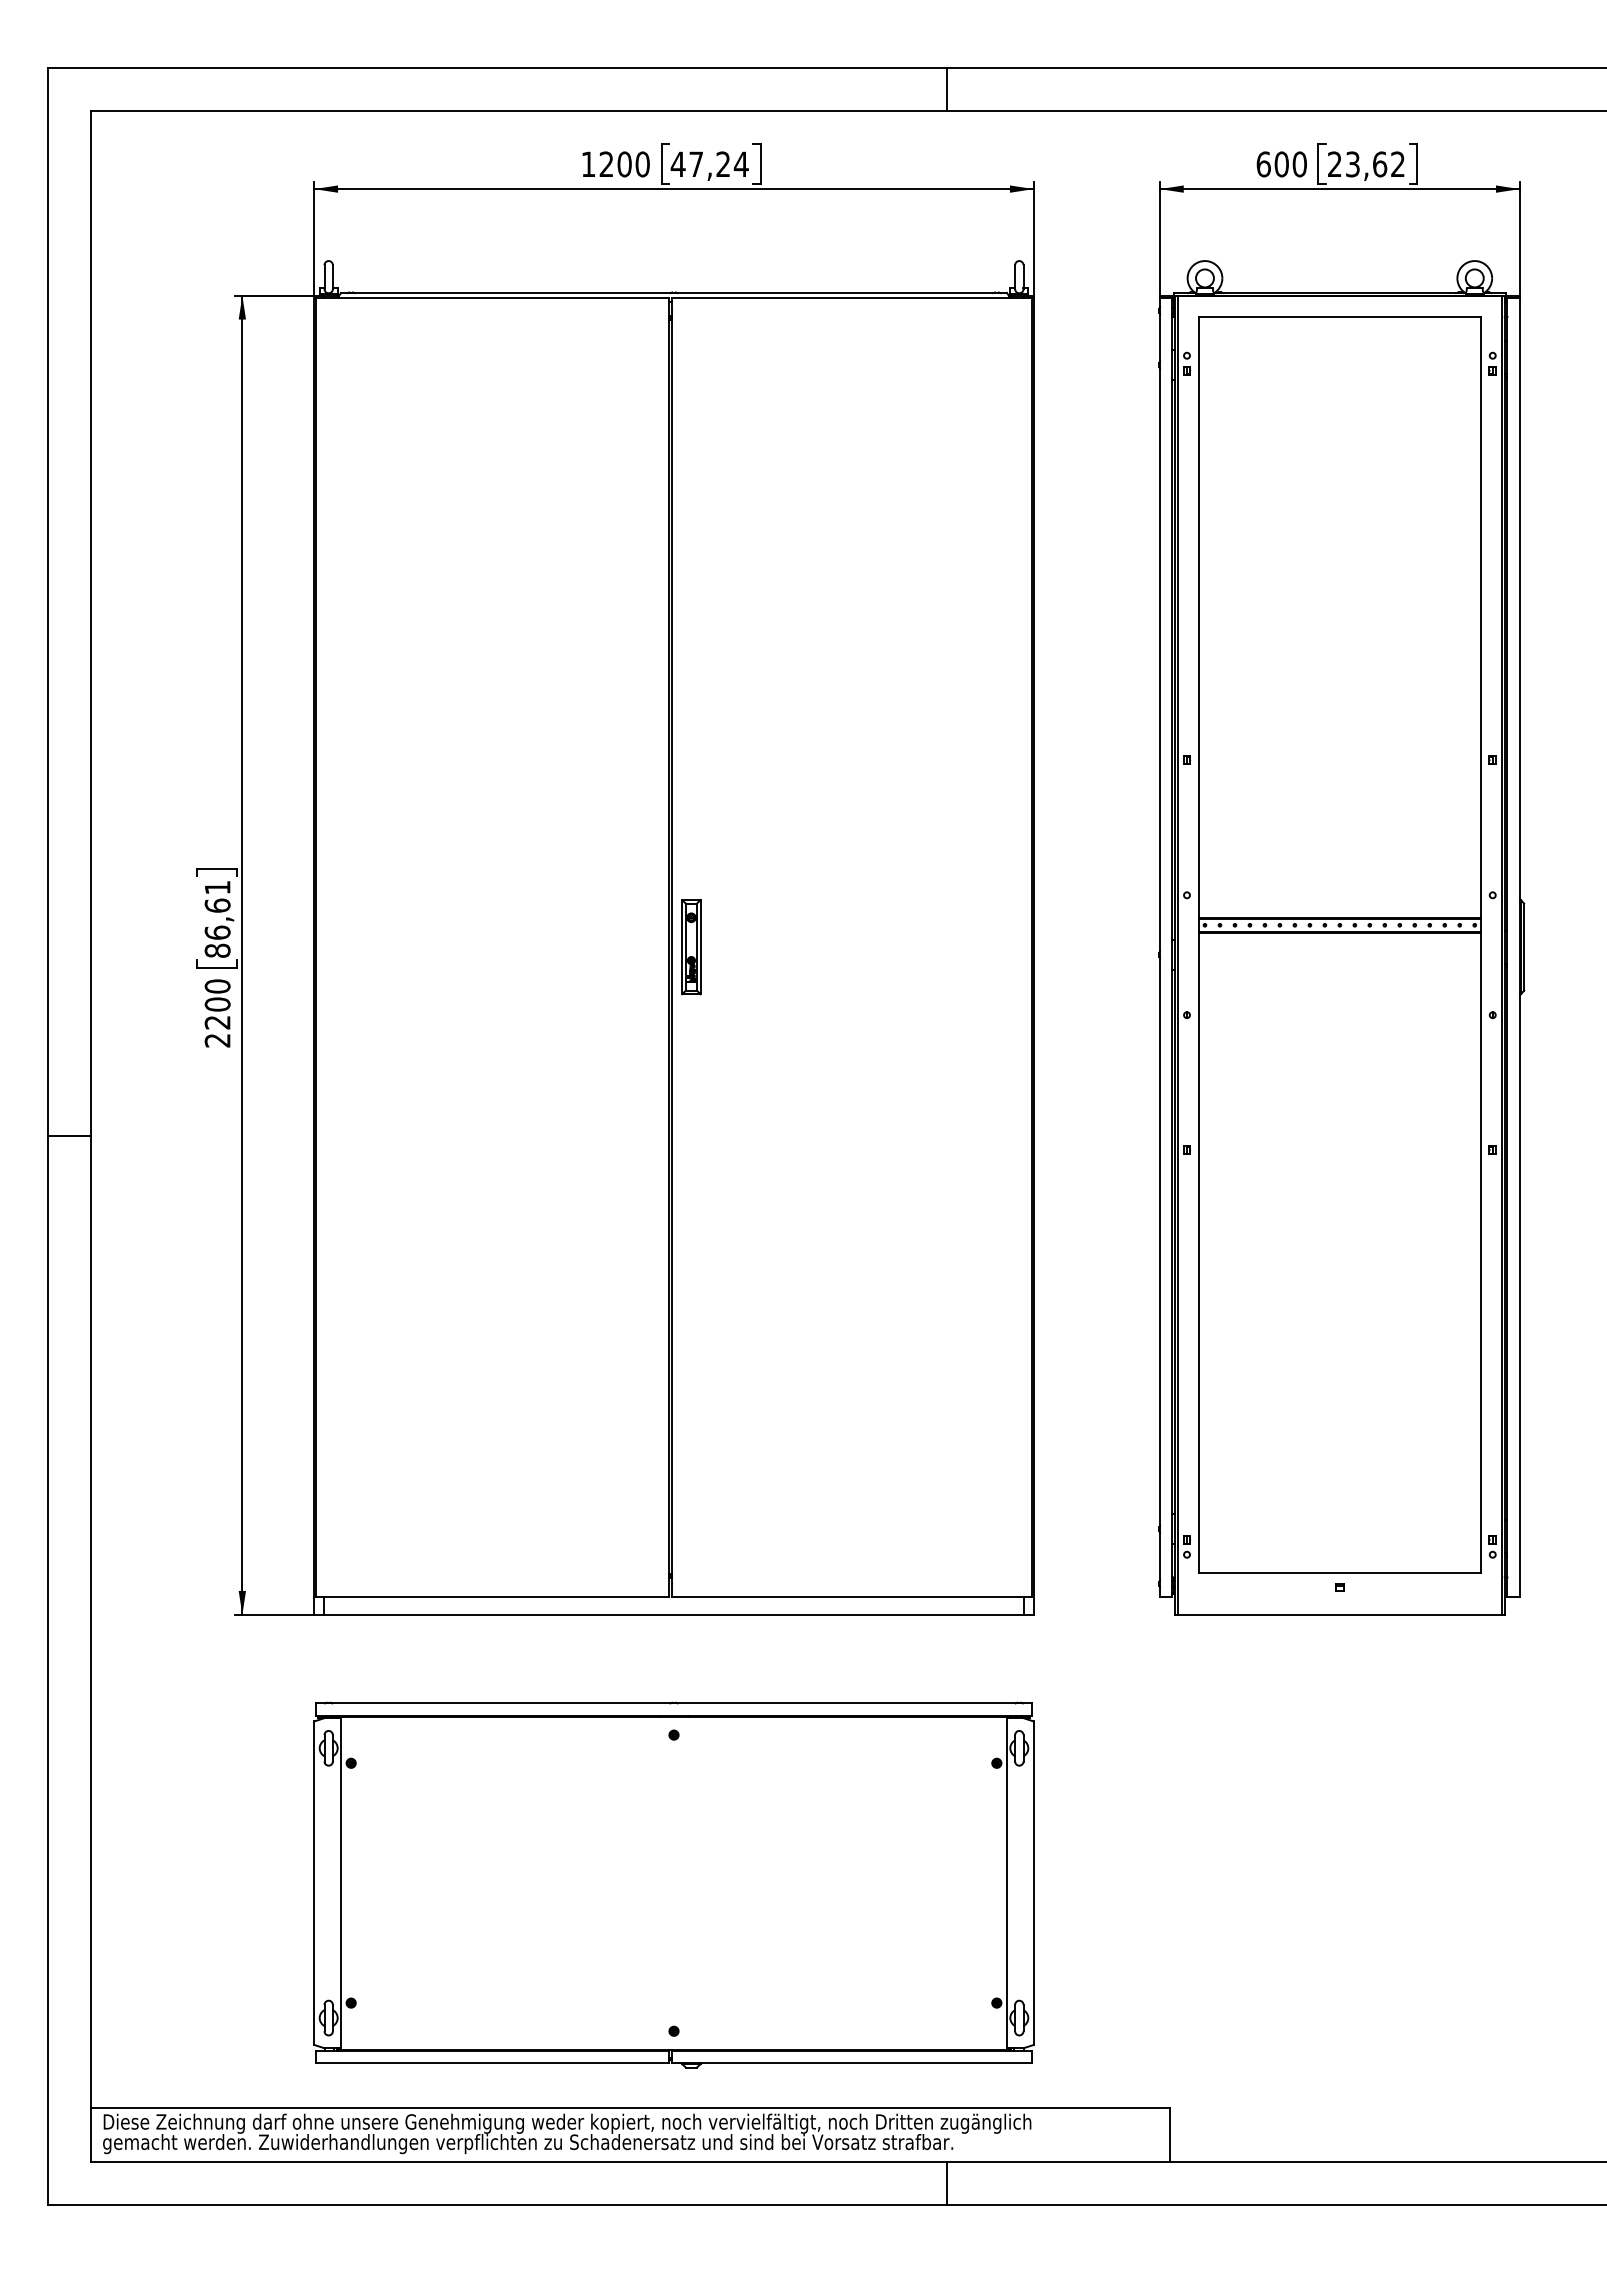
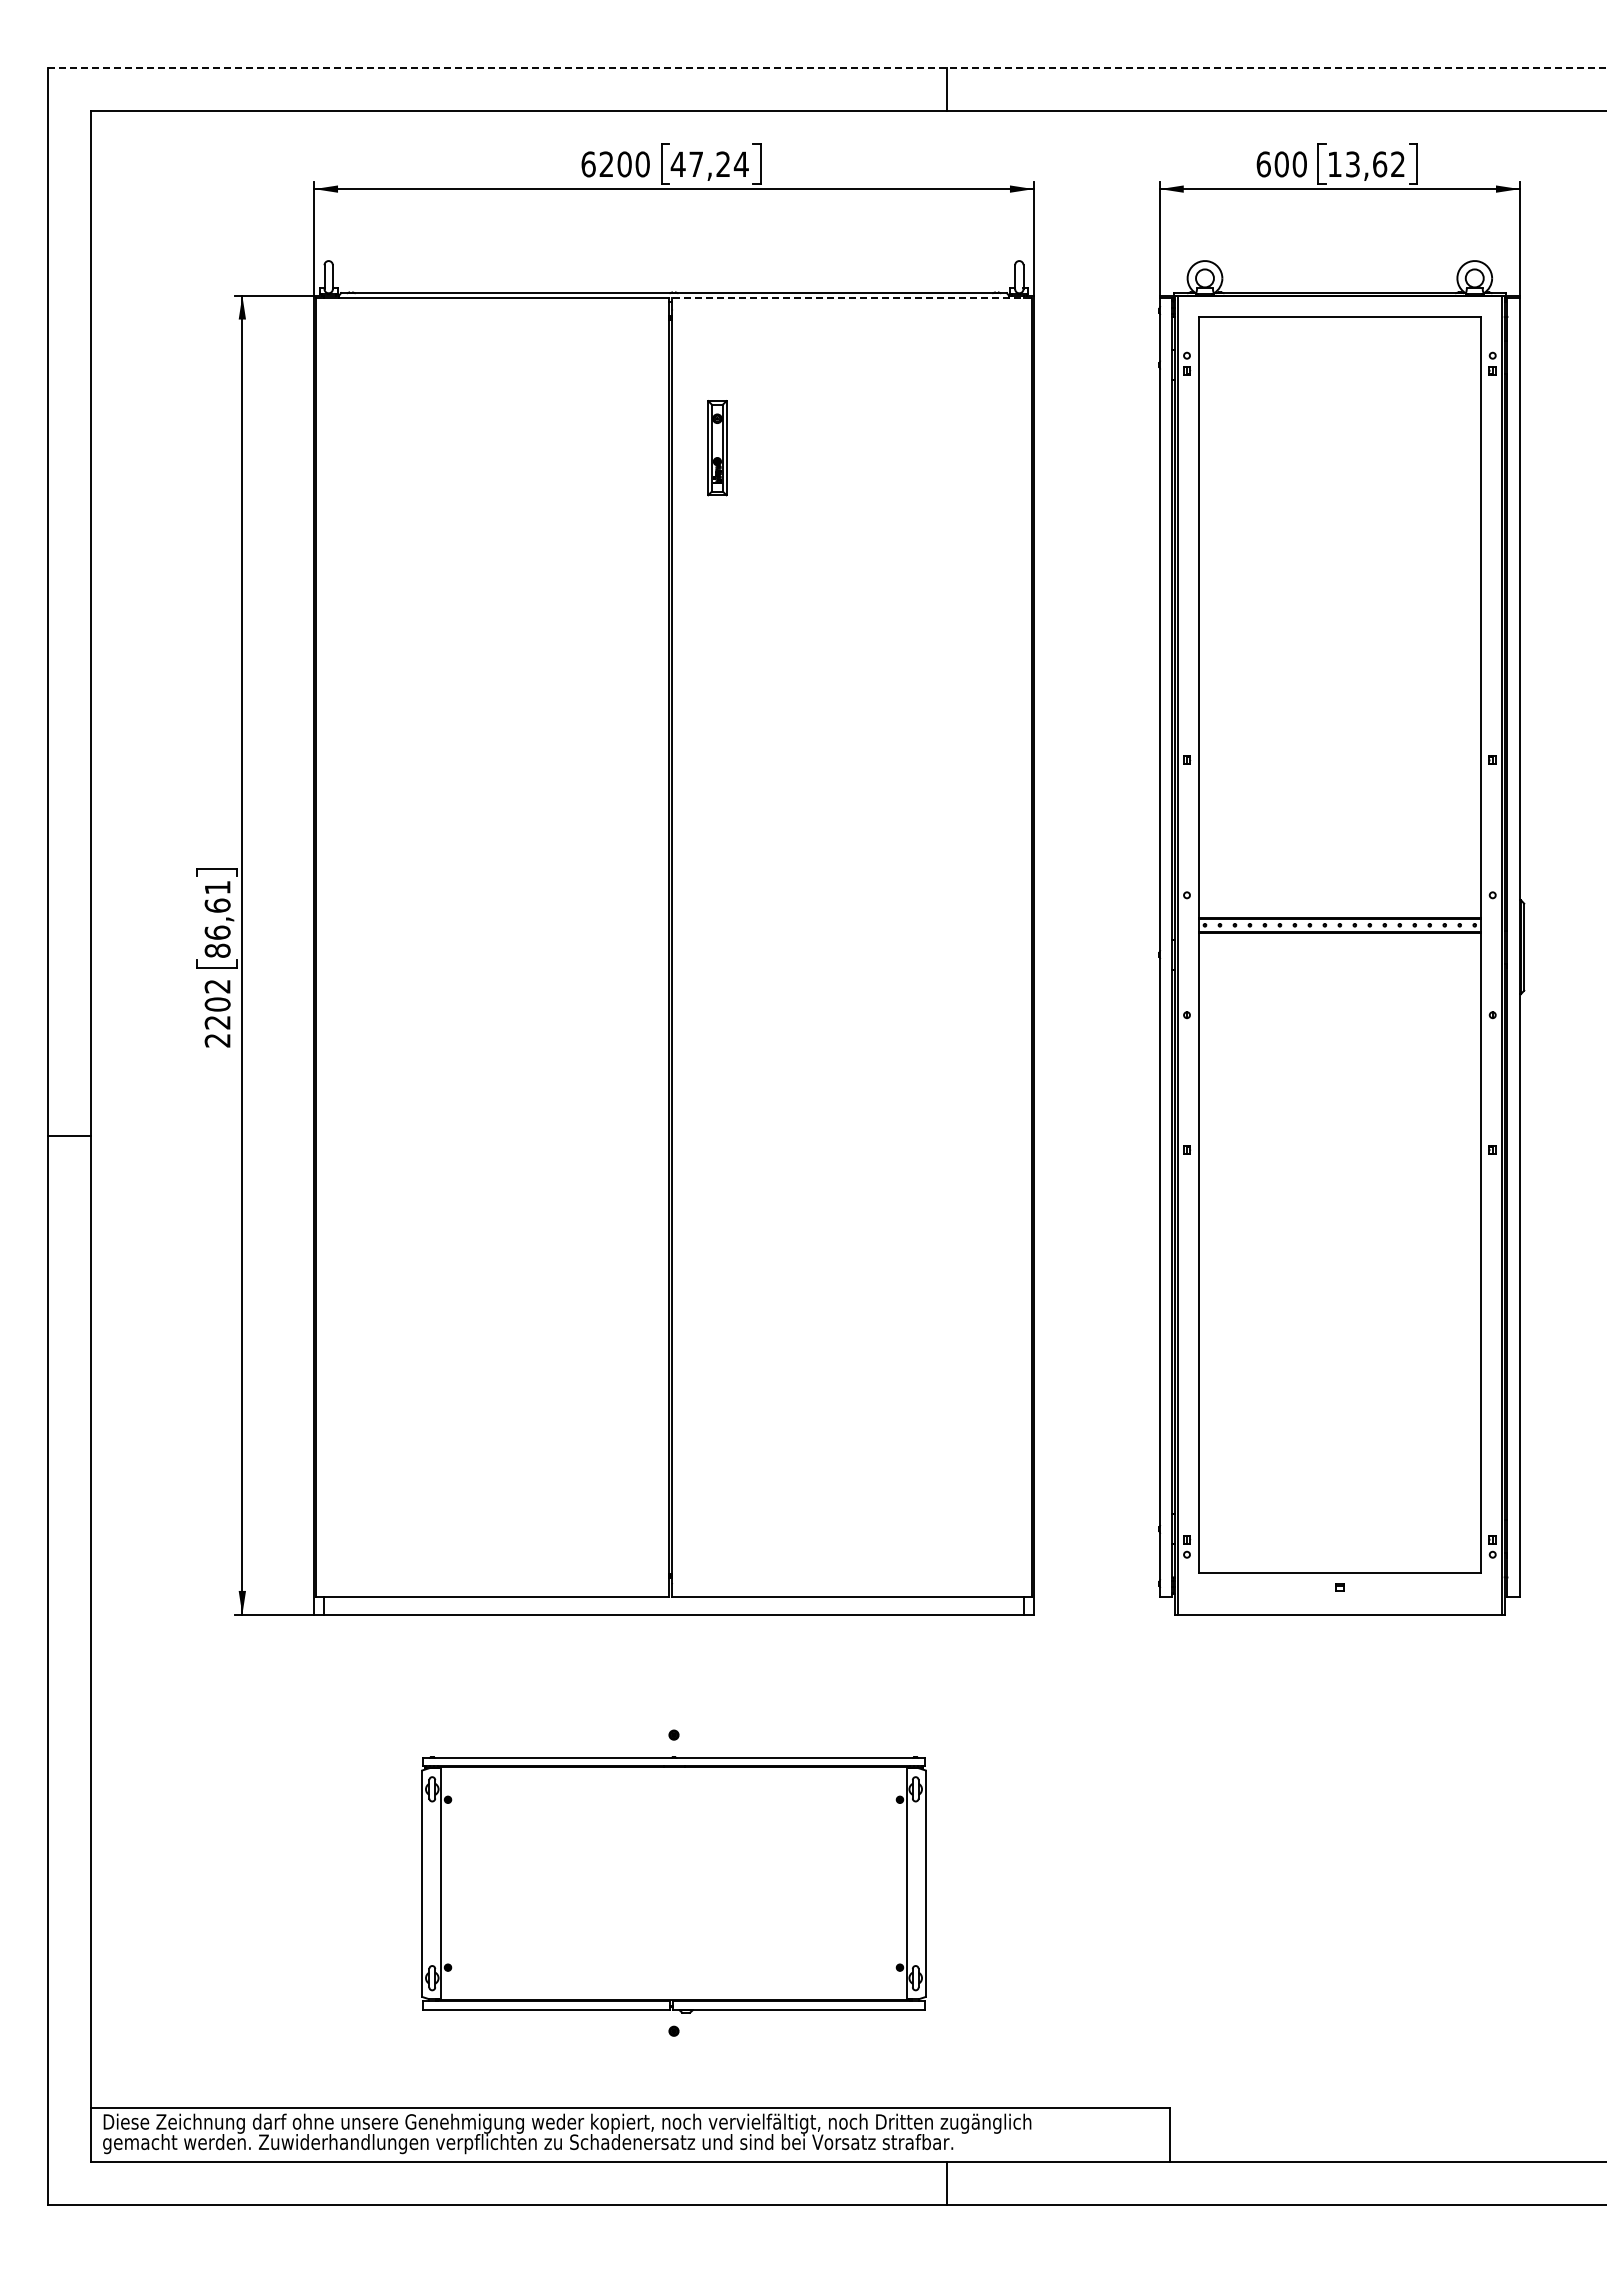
line at (827, 68): solid -> dashed
text at (1334, 163): 23,62 -> 13,62
text at (588, 164): 1200 -> 6200
line at (852, 297): solid -> dashed
part at (691, 947) position: (691, 947) -> (717, 448)
text at (217, 986): 2200 -> 2202
part at (673, 1884) size: 722x368 px -> 506x258 px
